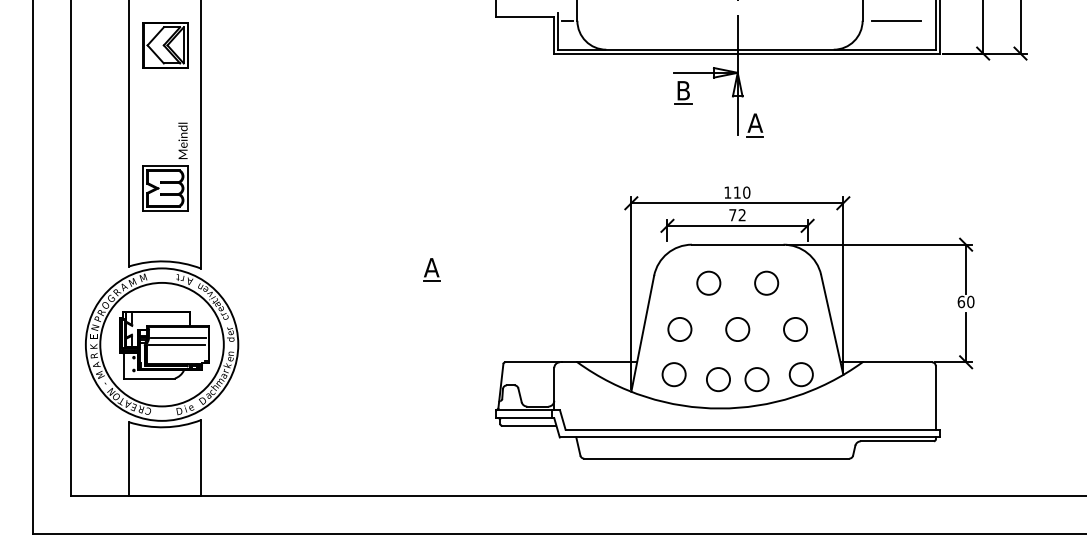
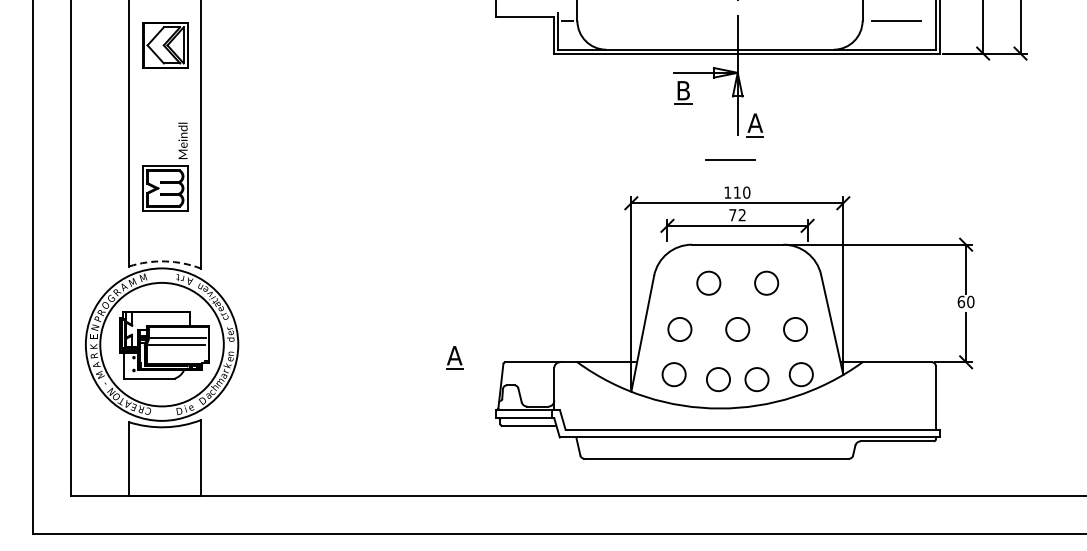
line at (730, 159): none -> present
arc at (165, 261): solid -> dashed
part at (431, 269) position: (431, 269) -> (454, 357)
